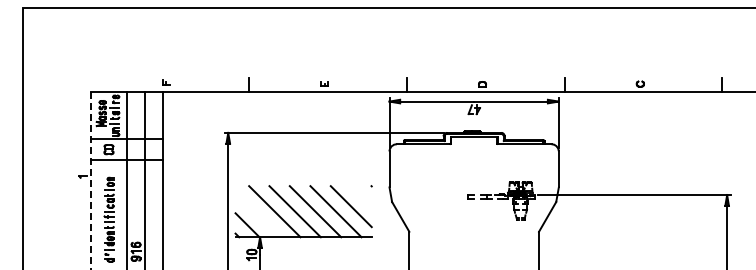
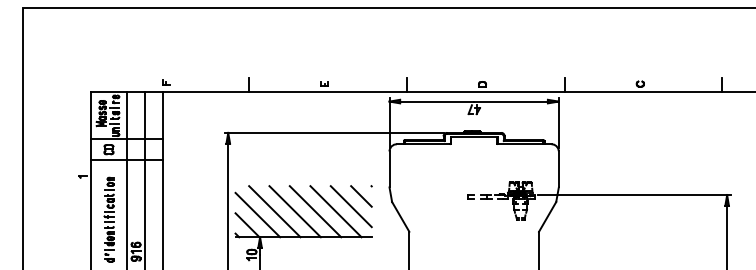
line at (91, 180): dashed -> solid
line at (361, 196): none -> present
line at (257, 214): none -> present
